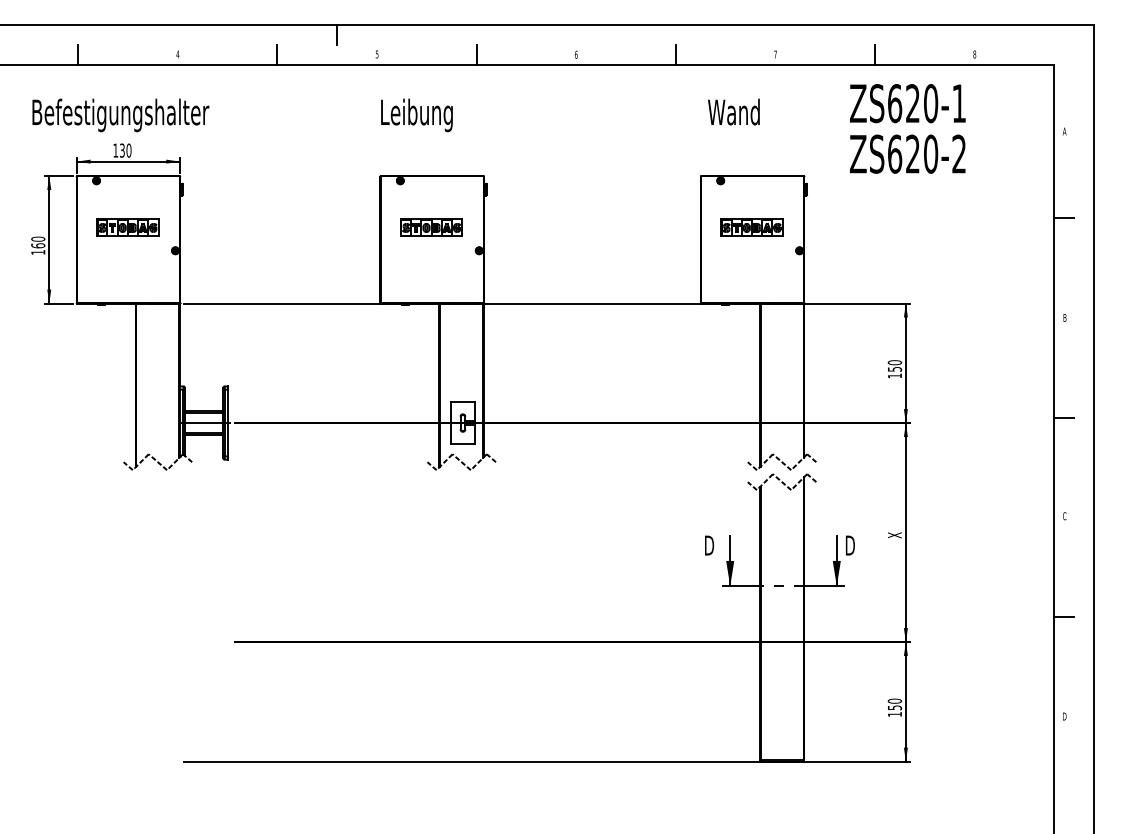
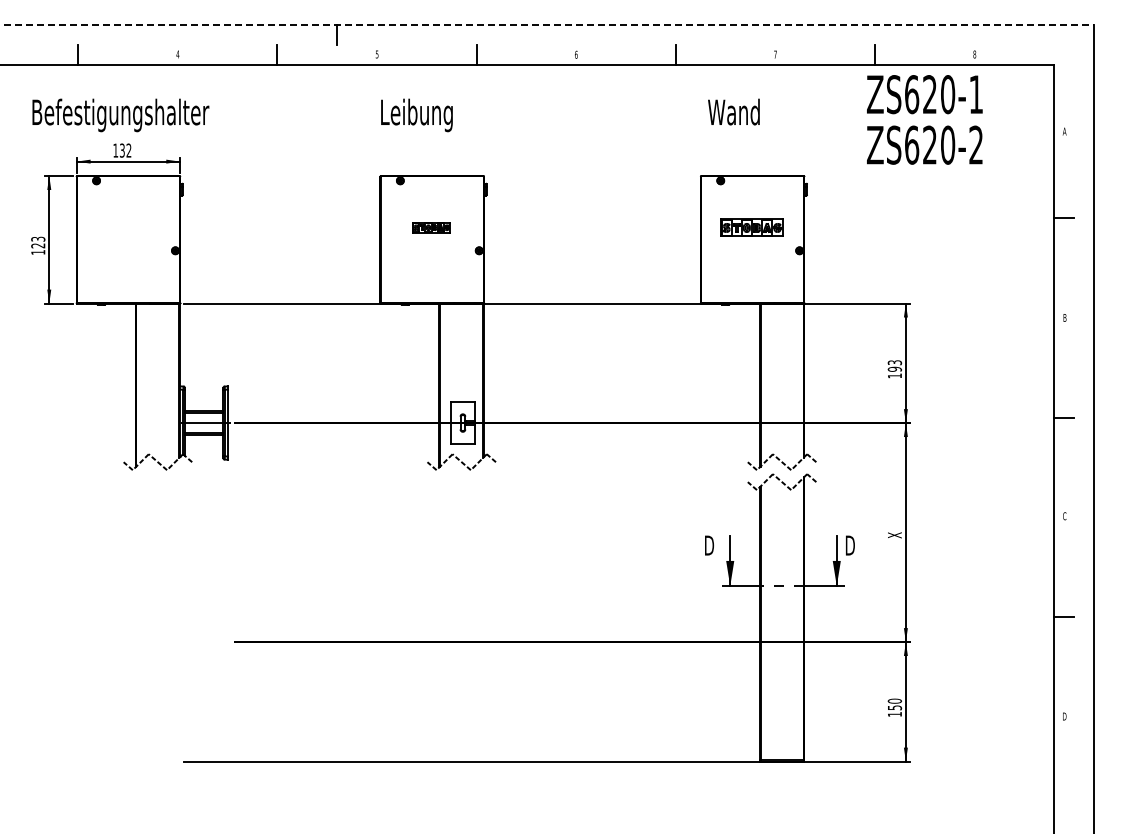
line at (547, 25): solid -> dashed
text at (907, 128) position: (907, 128) -> (924, 119)
text at (128, 150): 130 -> 132
part at (127, 227): present -> none
part at (431, 227) size: 63x19 px -> 39x12 px
text at (38, 242): 160 -> 123
text at (894, 365): 150 -> 193
